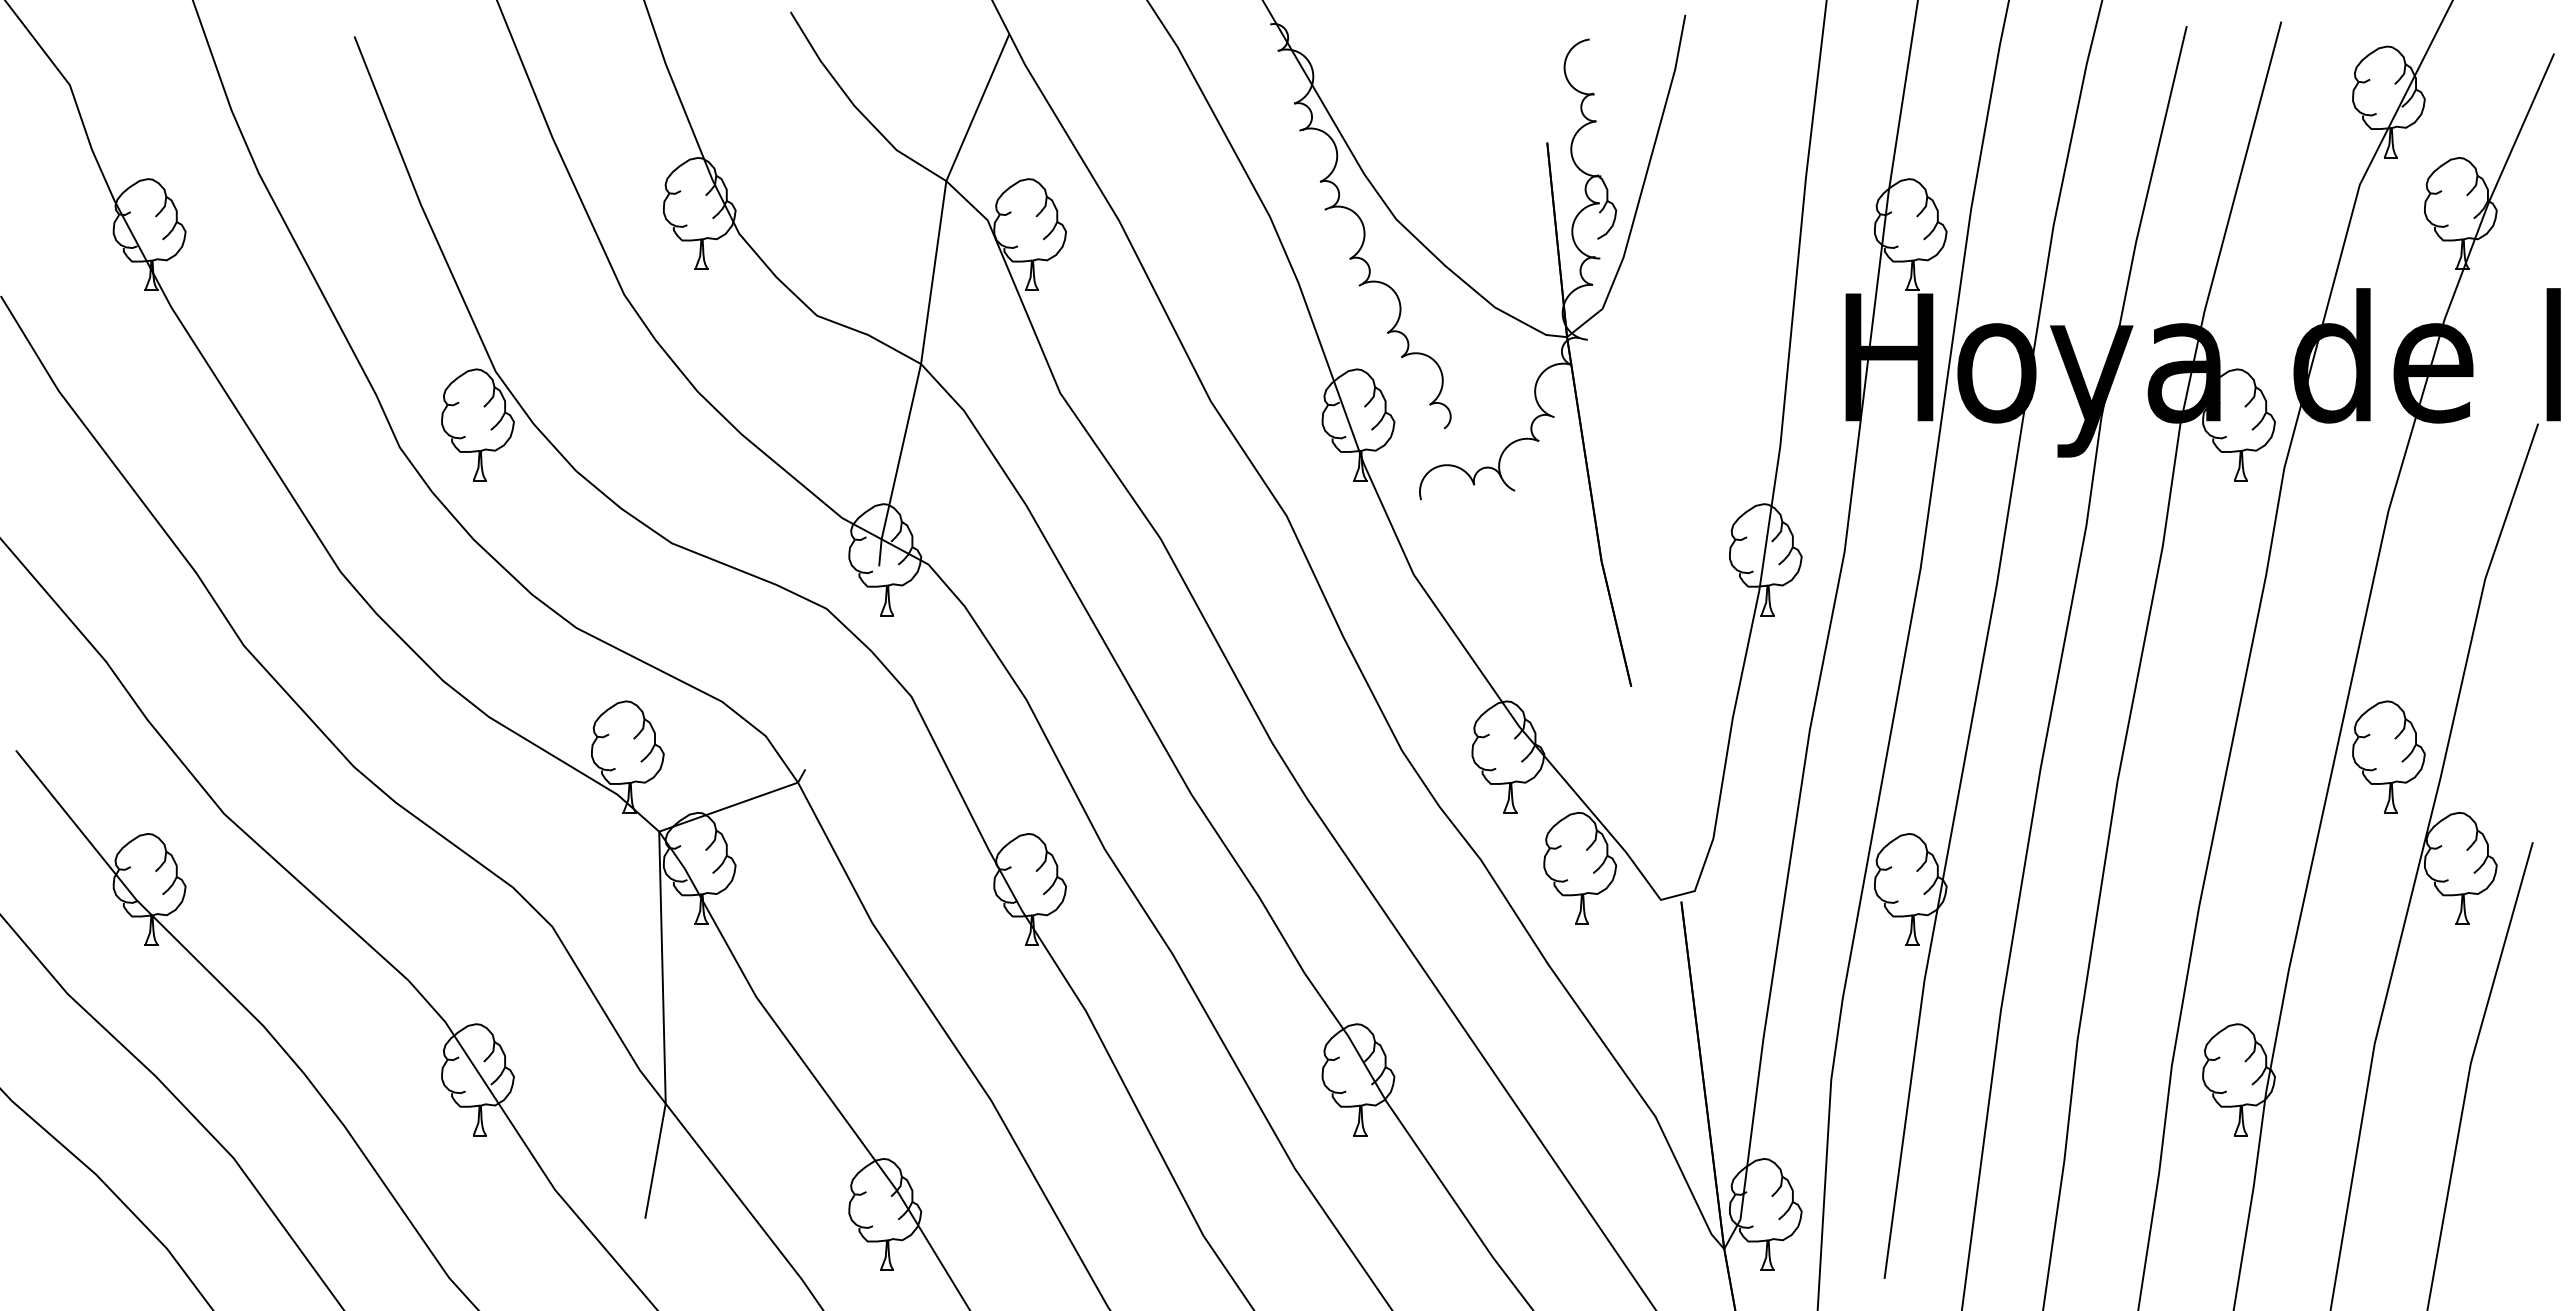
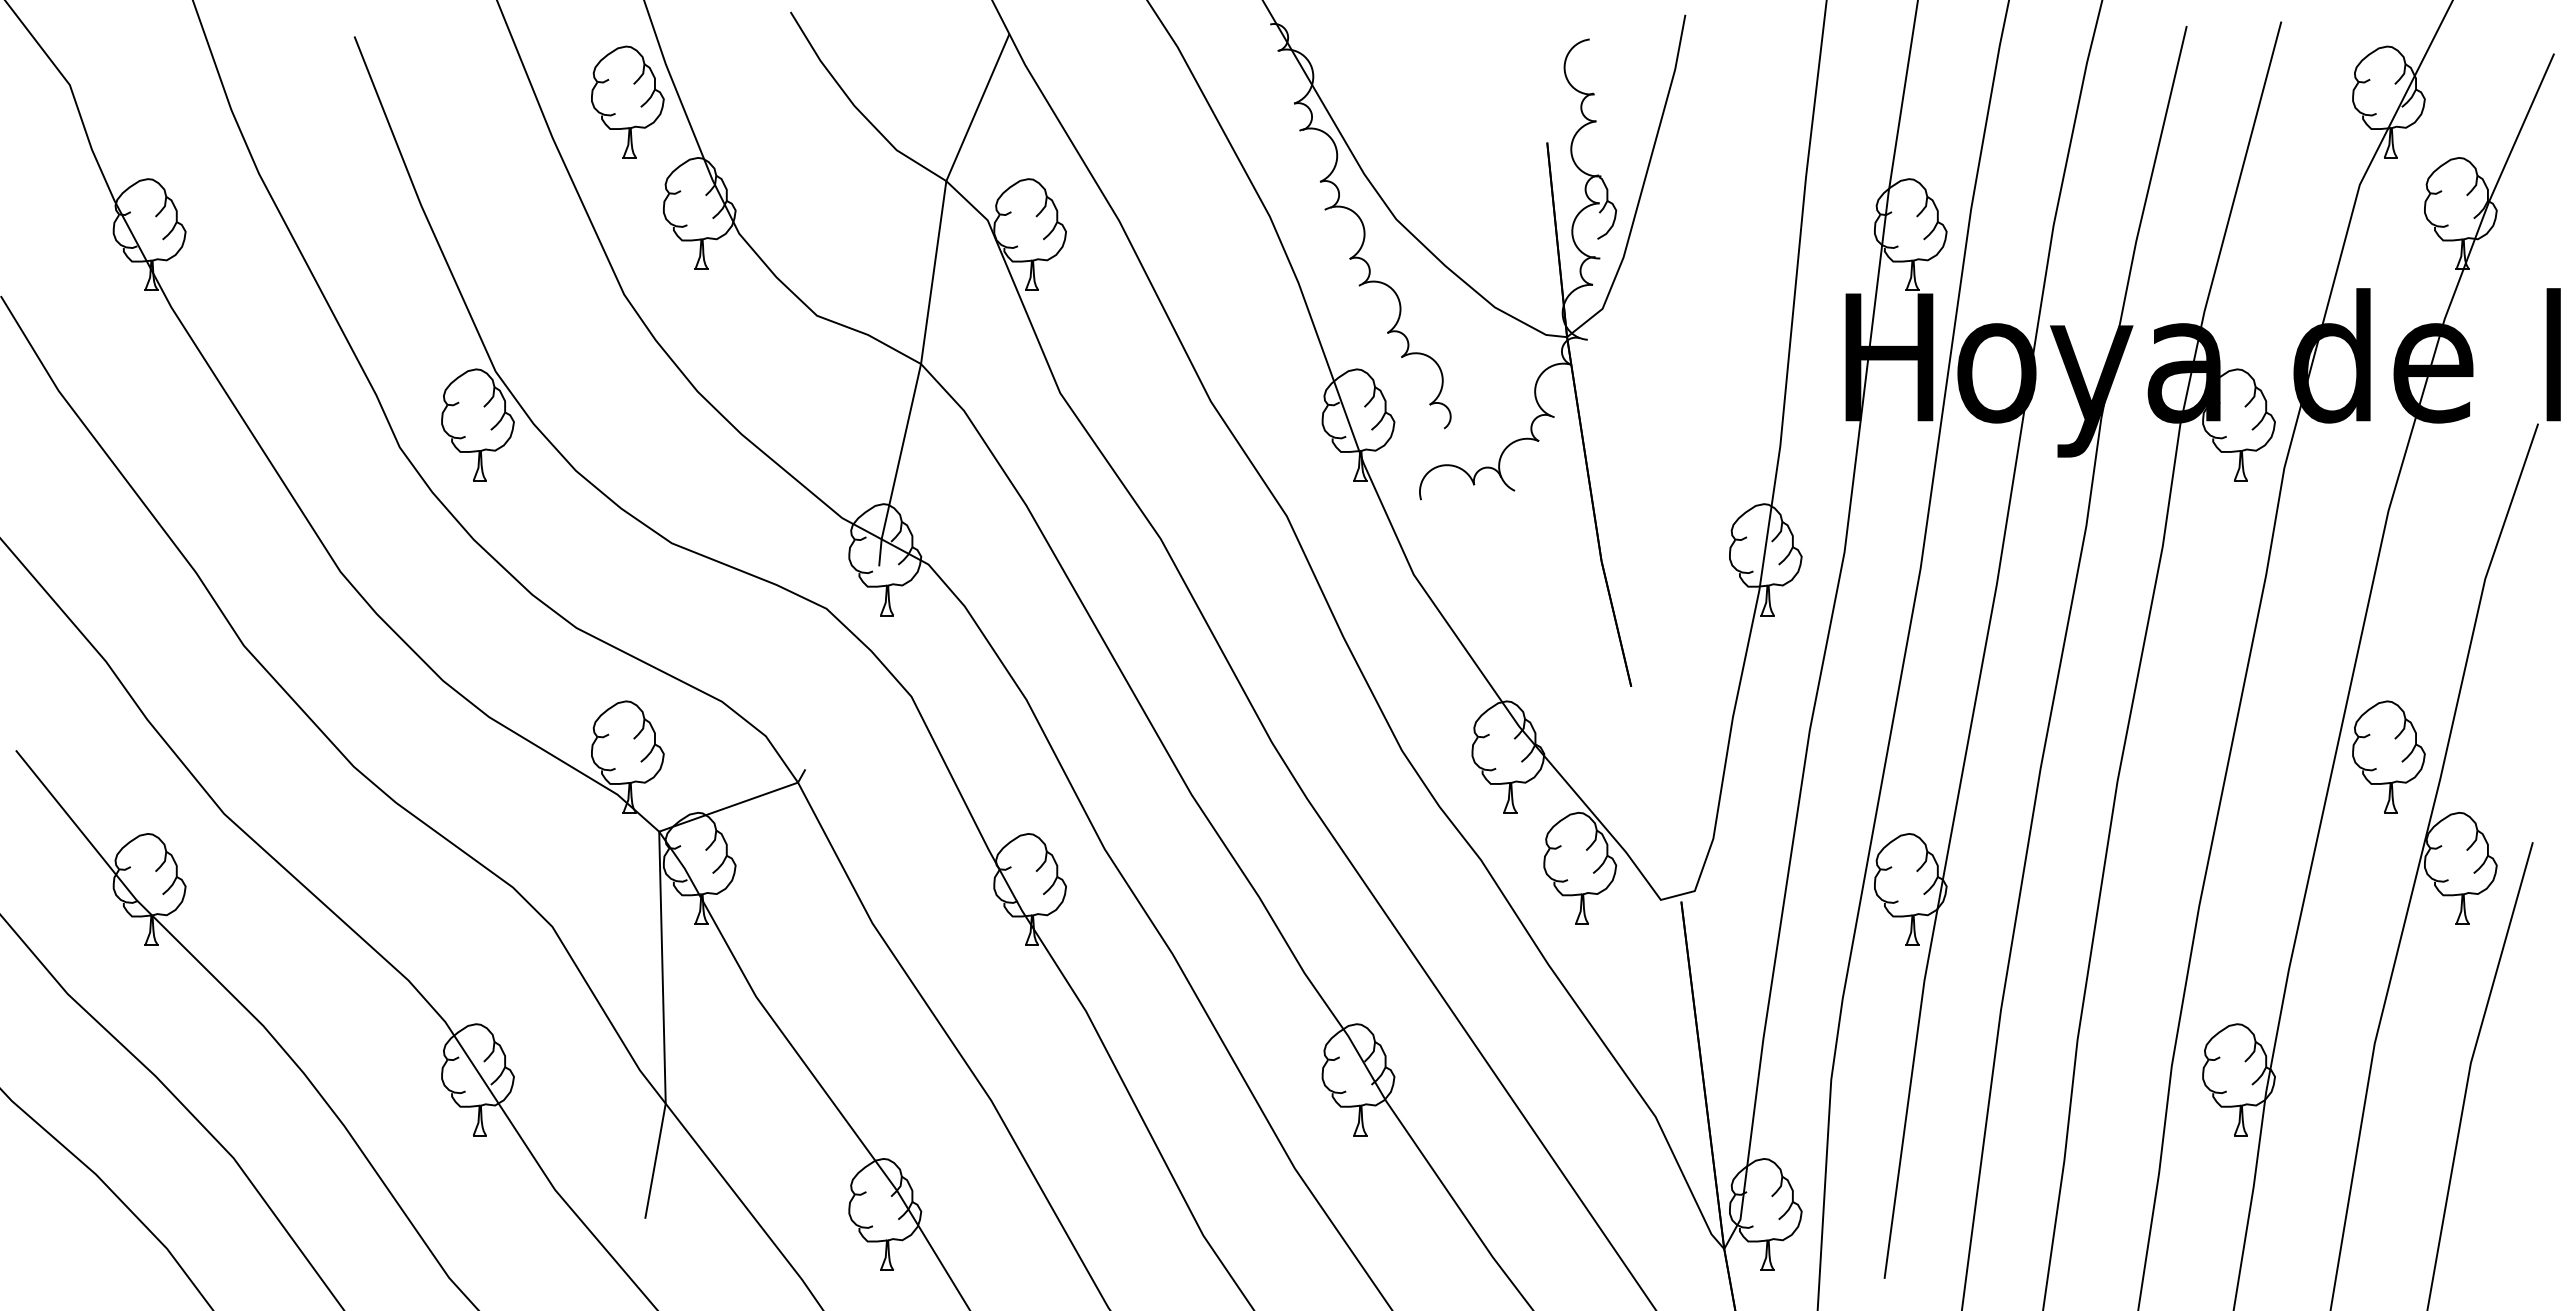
part at (627, 101): none -> present
